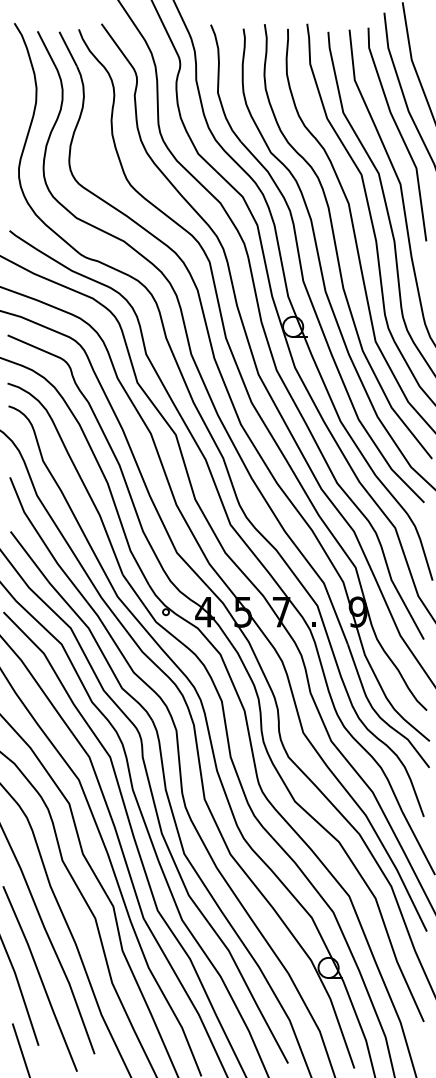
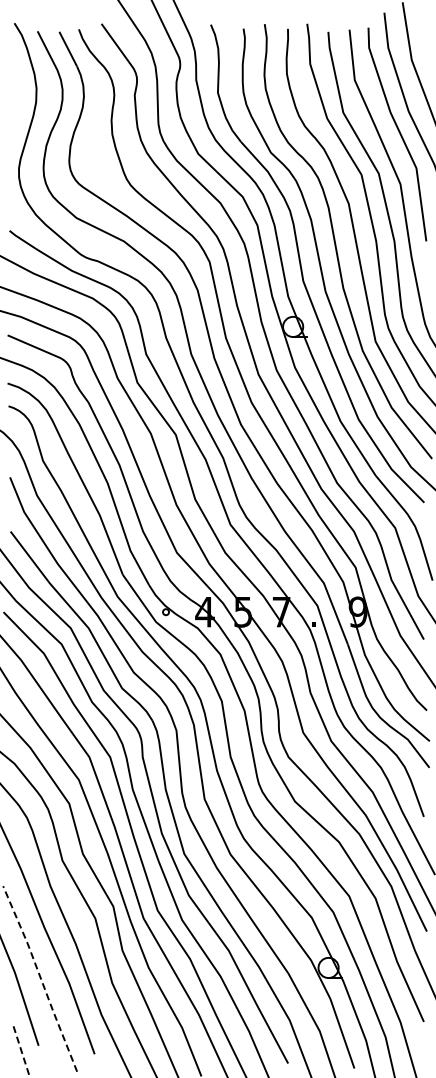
line at (40, 978): solid -> dashed
line at (21, 1050): solid -> dashed
